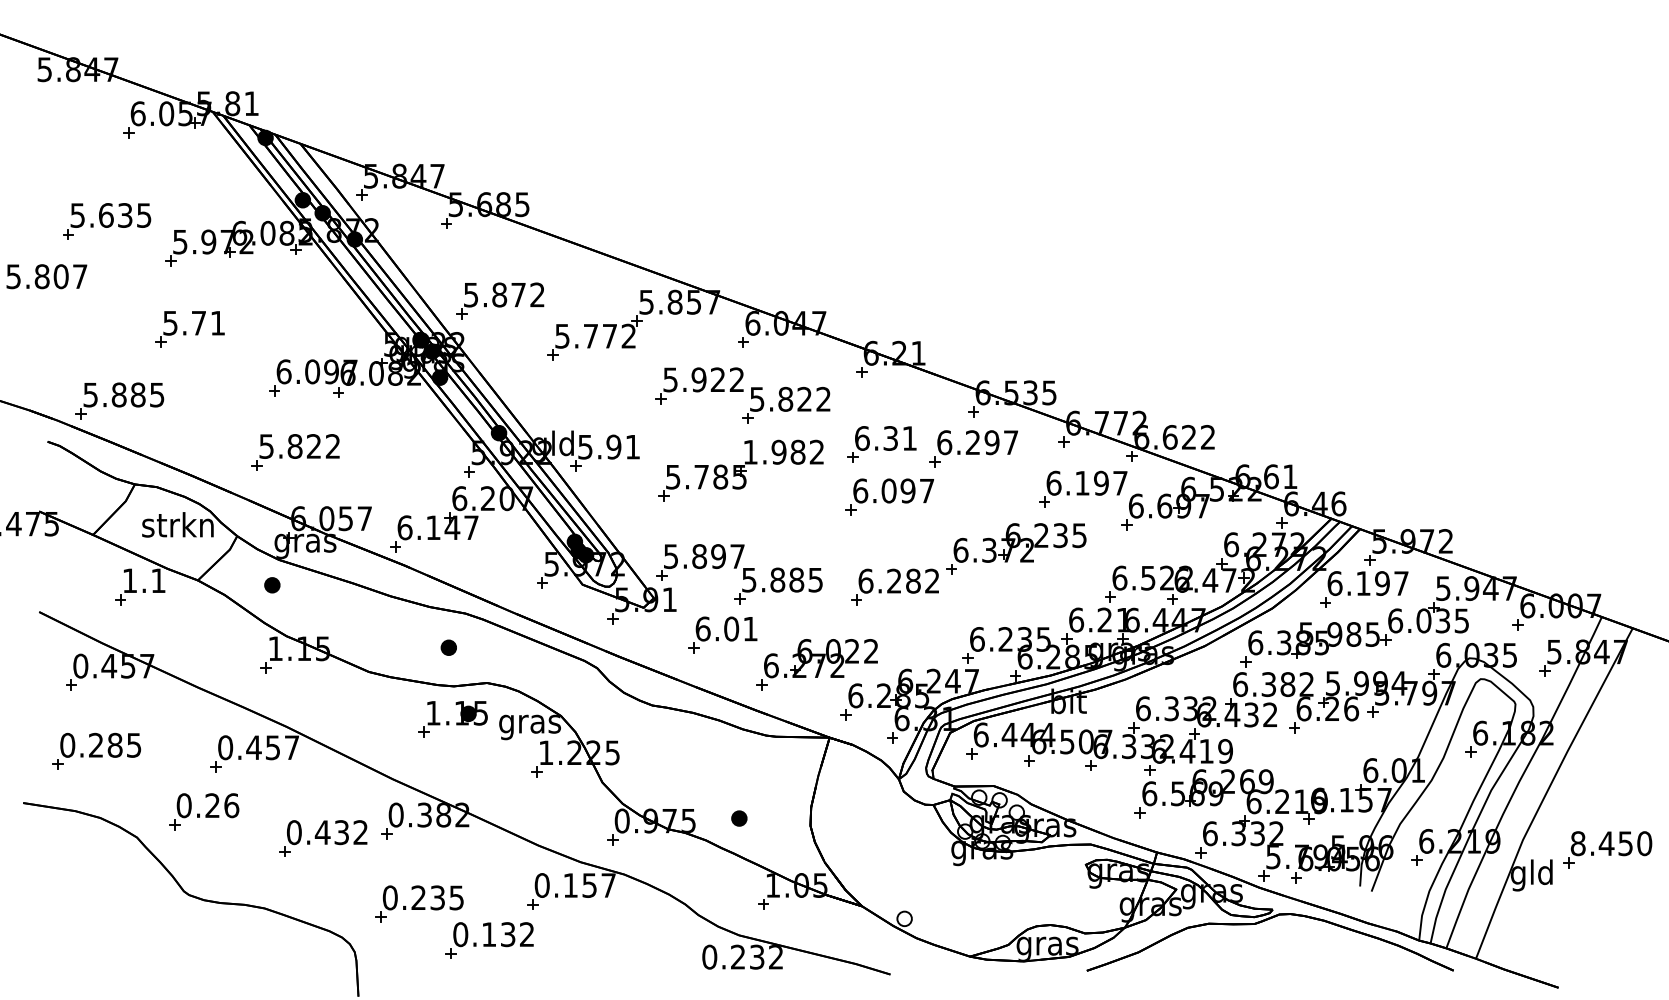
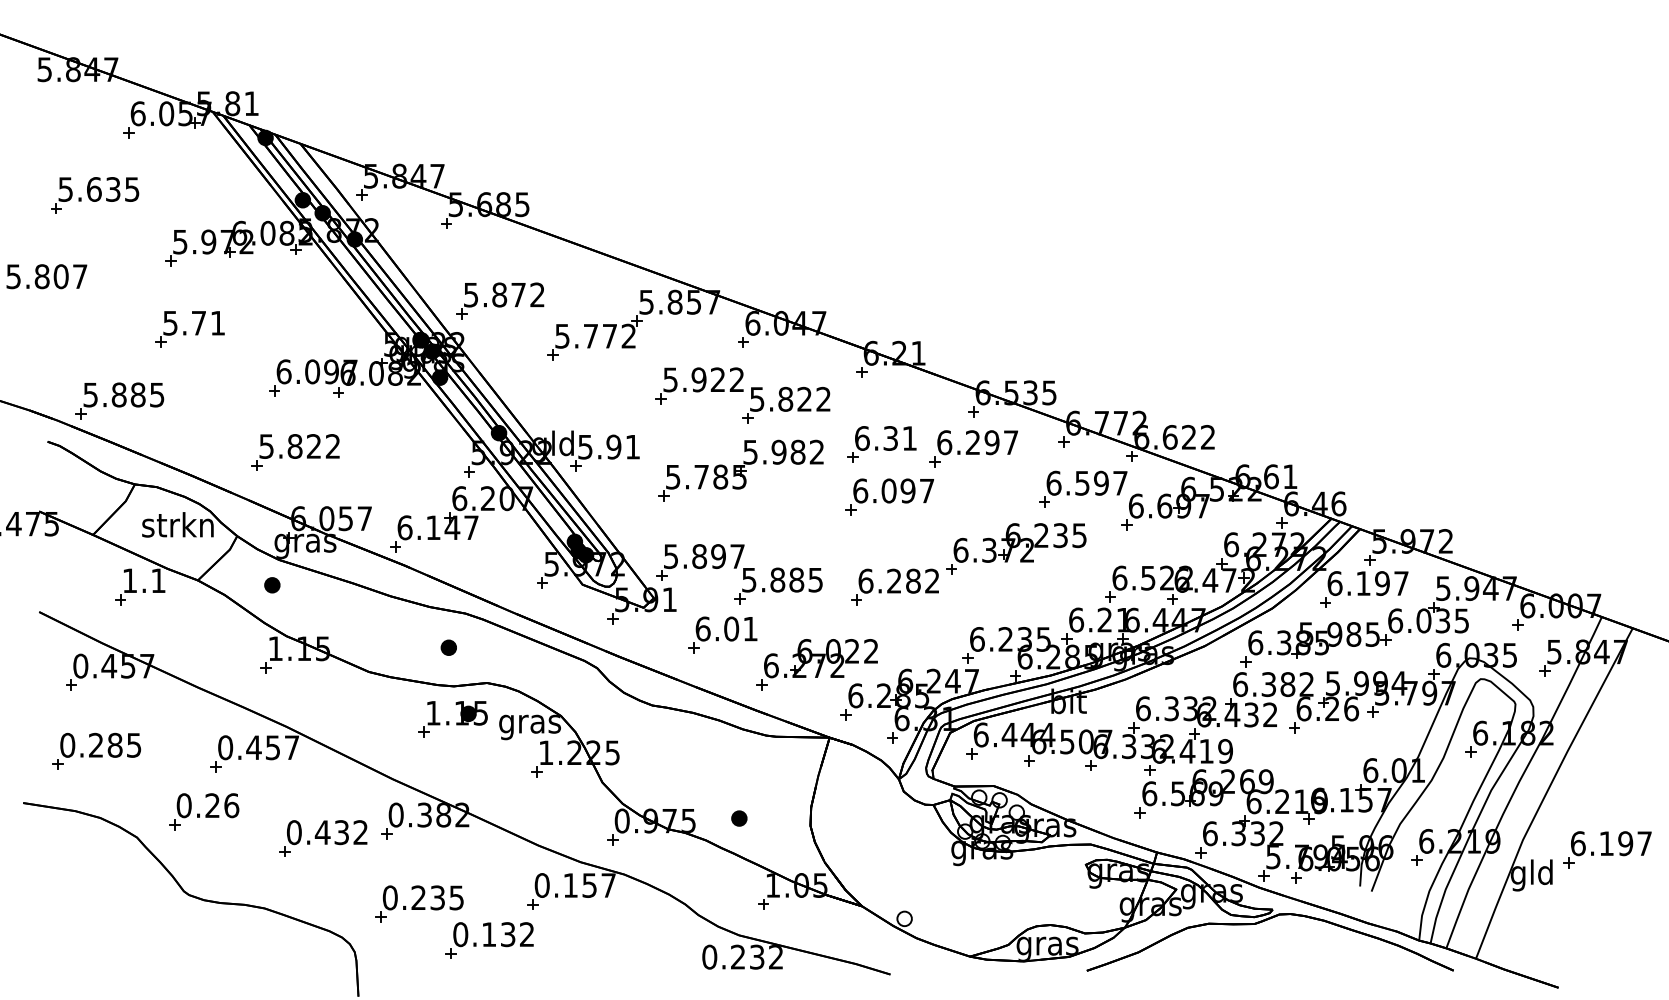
part at (107, 221) position: (107, 221) -> (95, 195)
text at (750, 452): 1.982 -> 5.982
text at (1082, 483): 6.197 -> 6.597
text at (1611, 843): 8.450 -> 6.197
